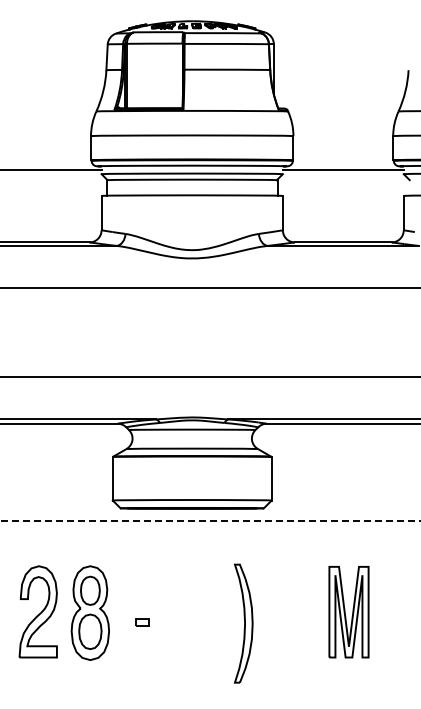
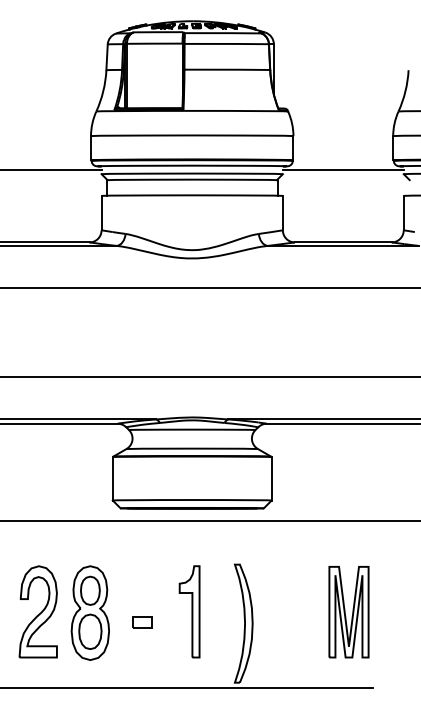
line at (211, 520): dashed -> solid
part at (189, 611): none -> present
part at (142, 622) size: 15x9 px -> 21x13 px
line at (187, 687): none -> present
